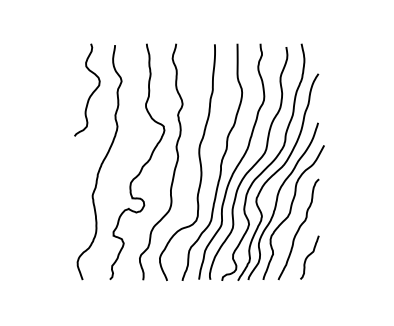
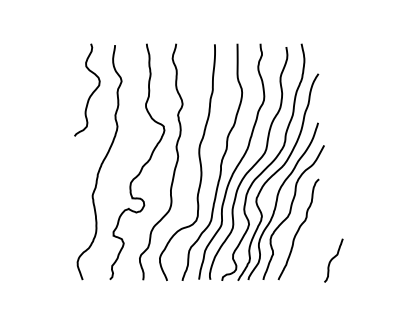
curve at (309, 256) position: (309, 256) -> (333, 259)
